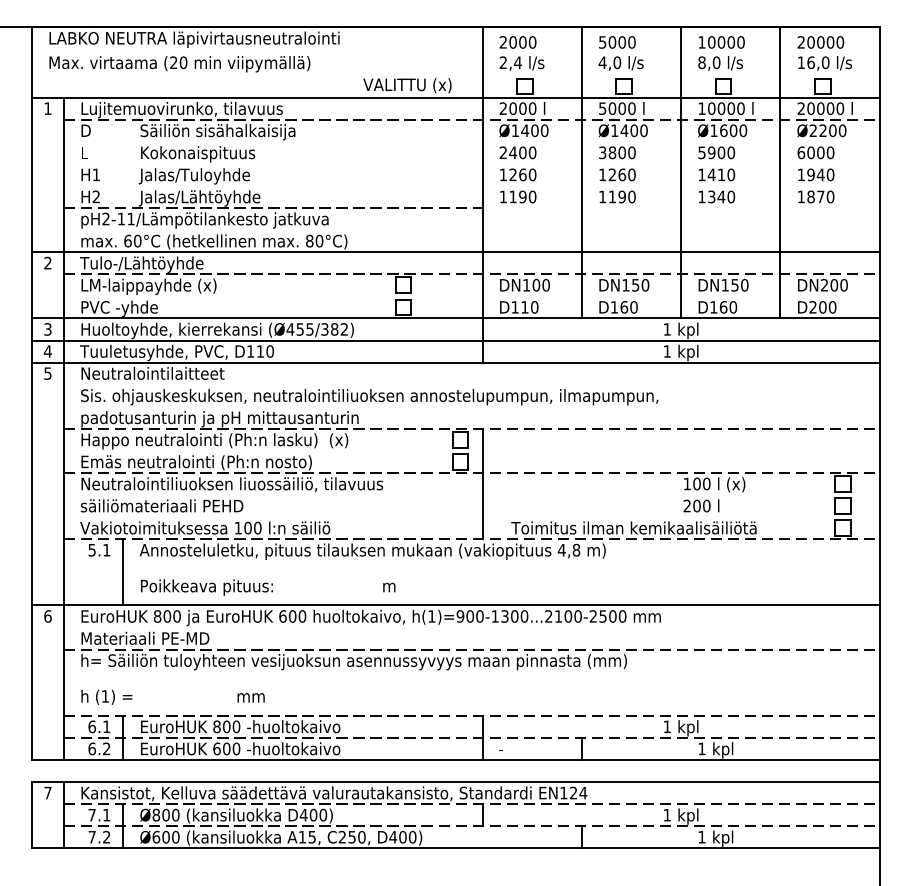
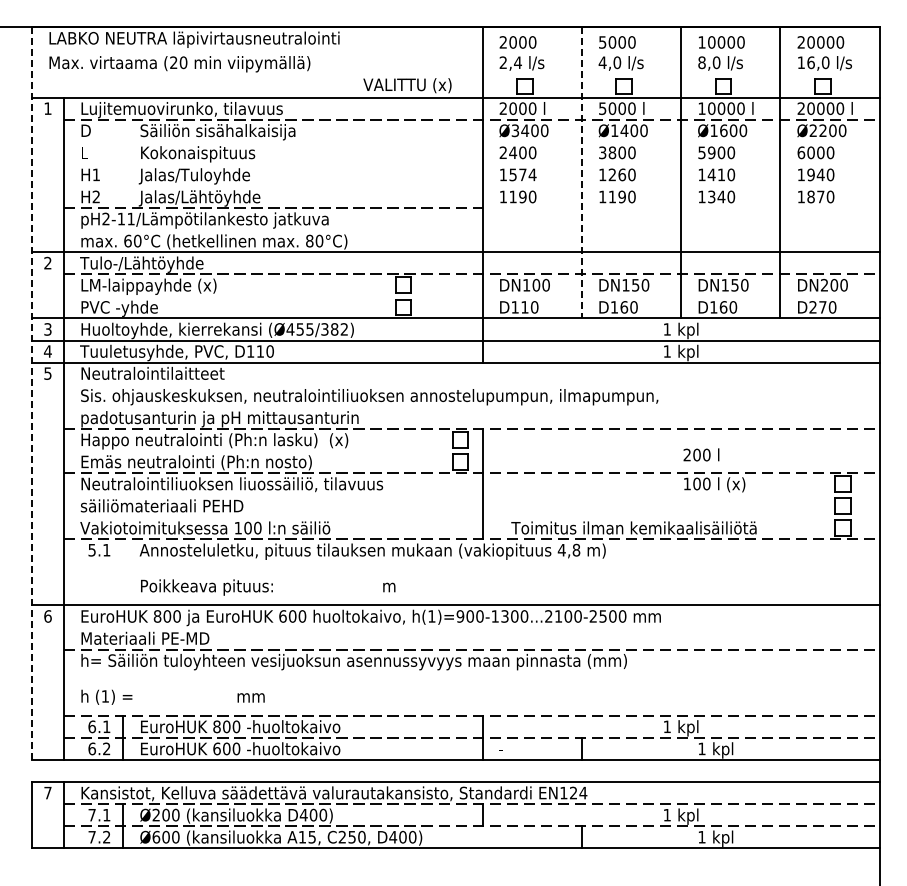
text at (515, 130): Ø1400 -> Ø3400
line at (581, 172): solid -> dashed
text at (522, 174): 1260 -> 1574
text at (822, 307): D200 -> D270
line at (32, 393): solid -> dashed
text at (701, 505) position: (701, 505) -> (701, 454)
line at (123, 572): present -> none
text at (156, 815): Ø800 -> Ø200
